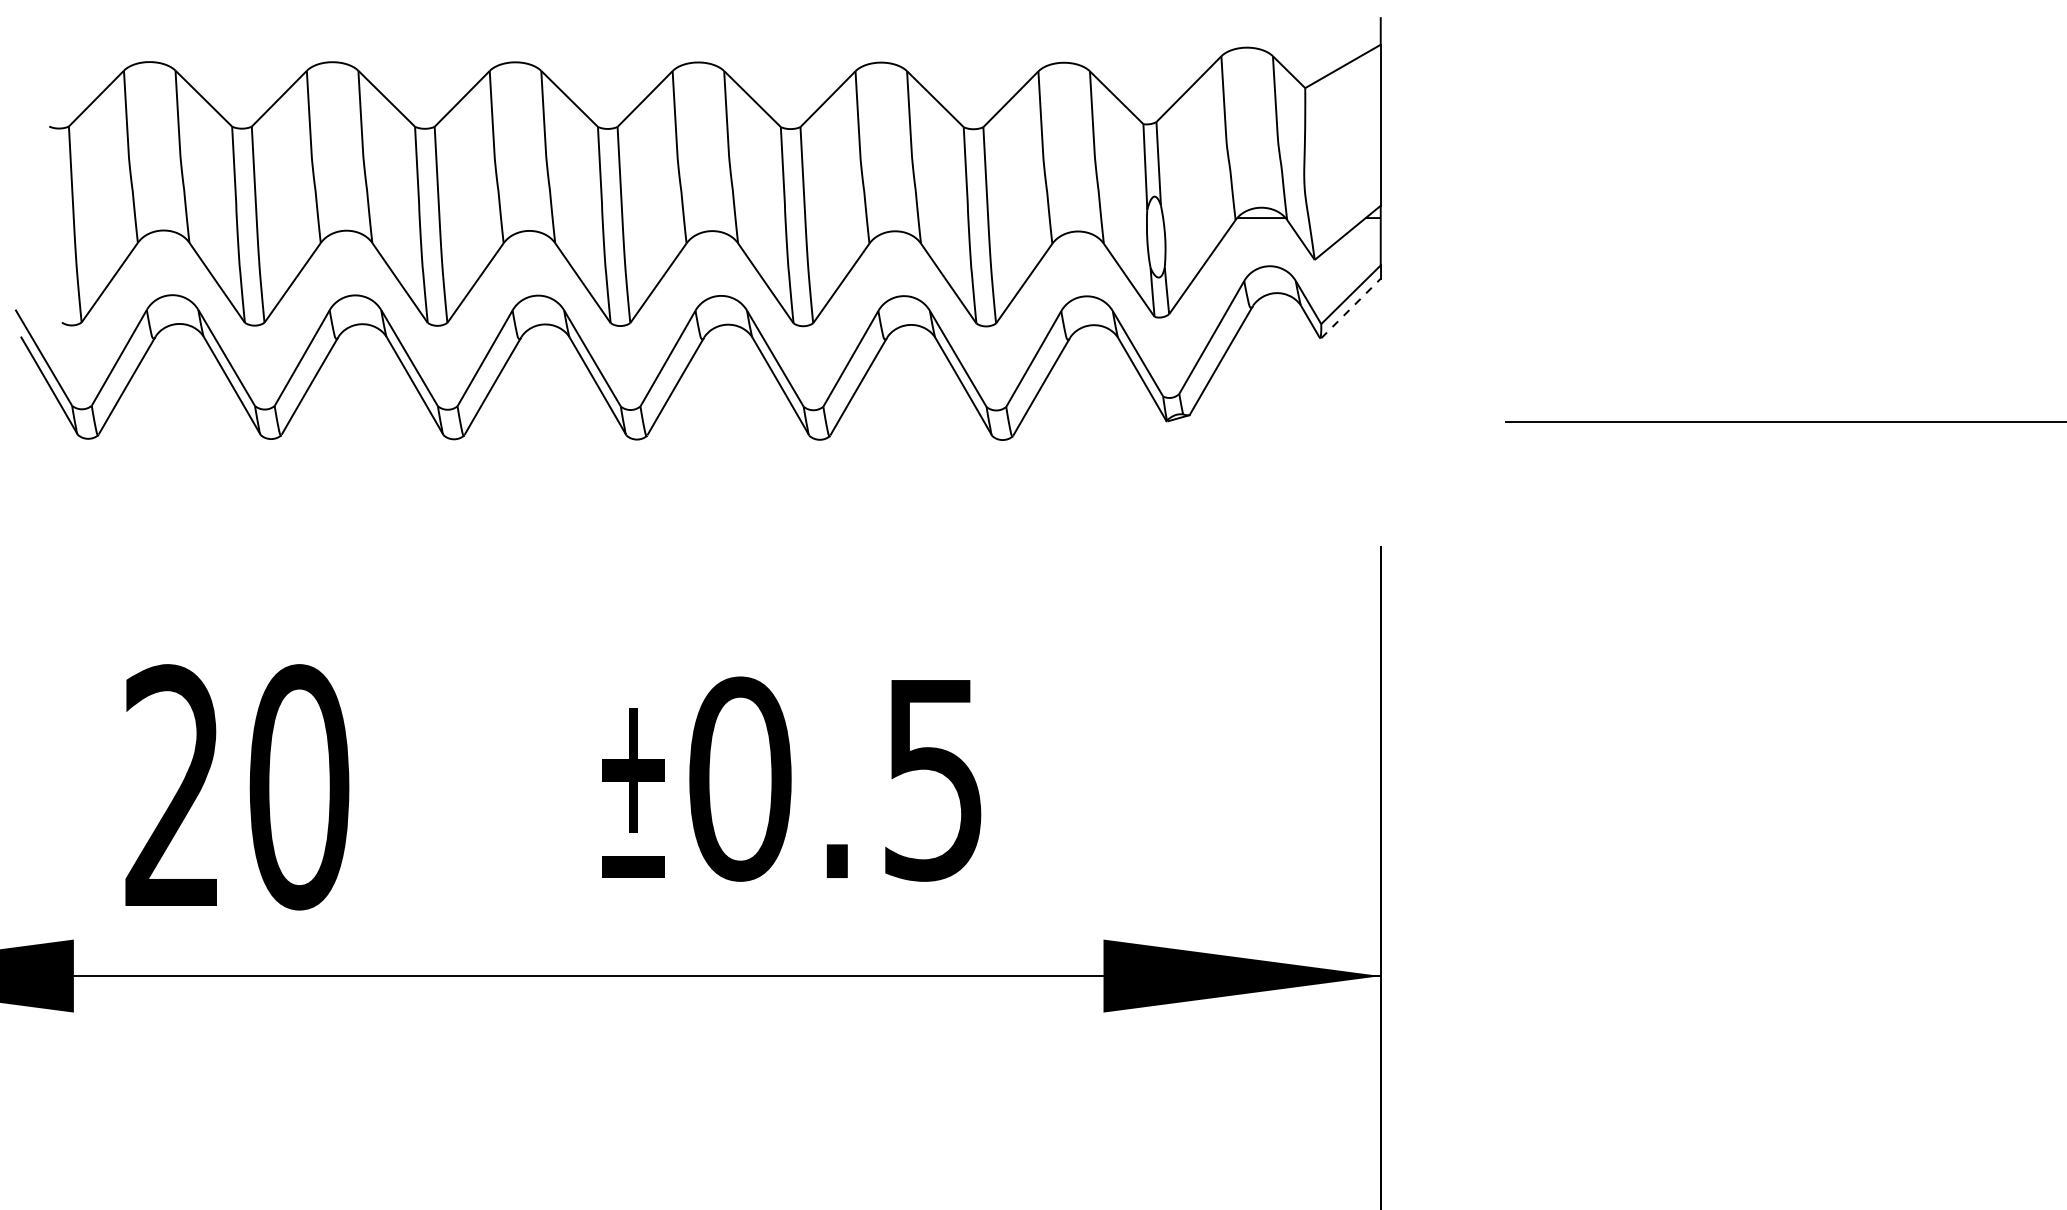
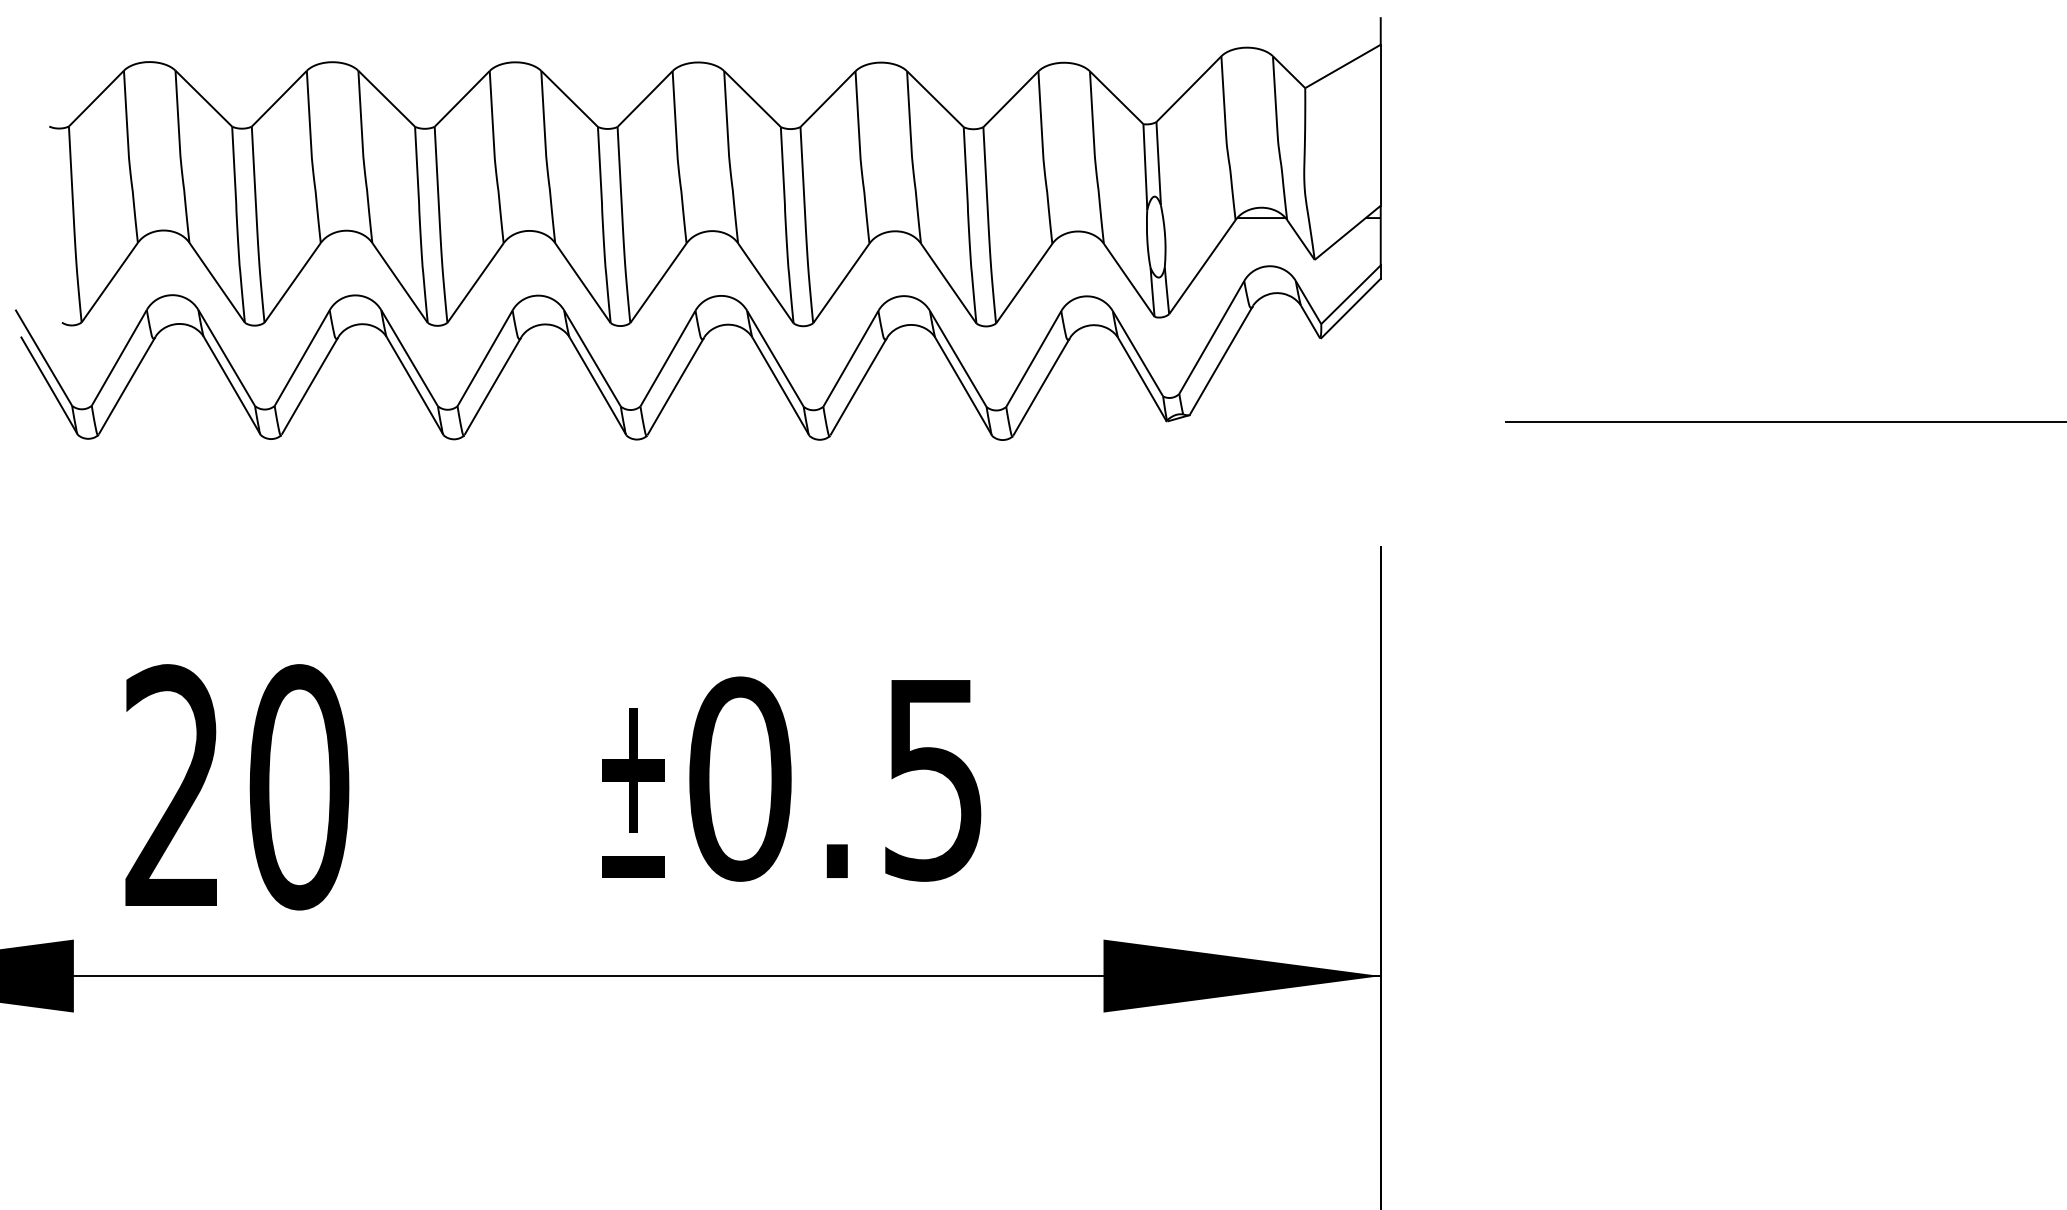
line at (1351, 308): dashed -> solid
